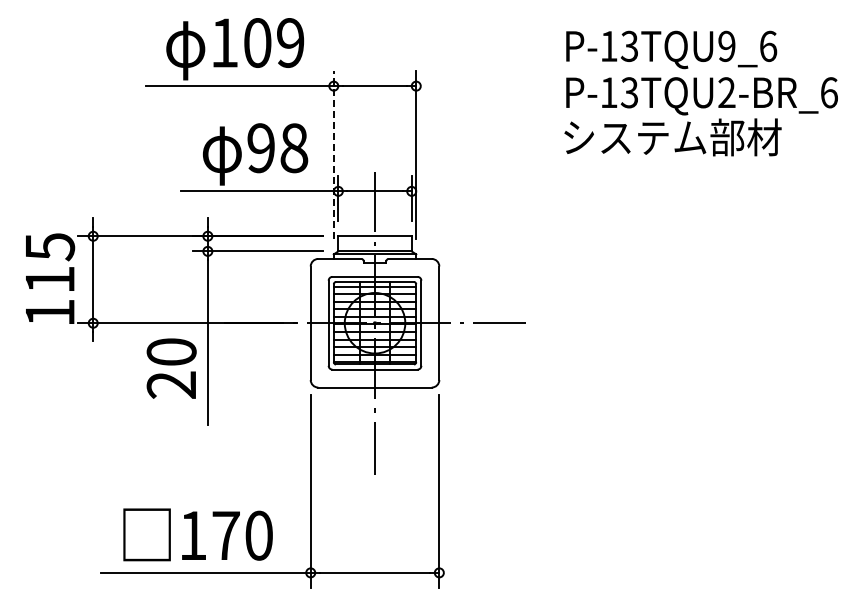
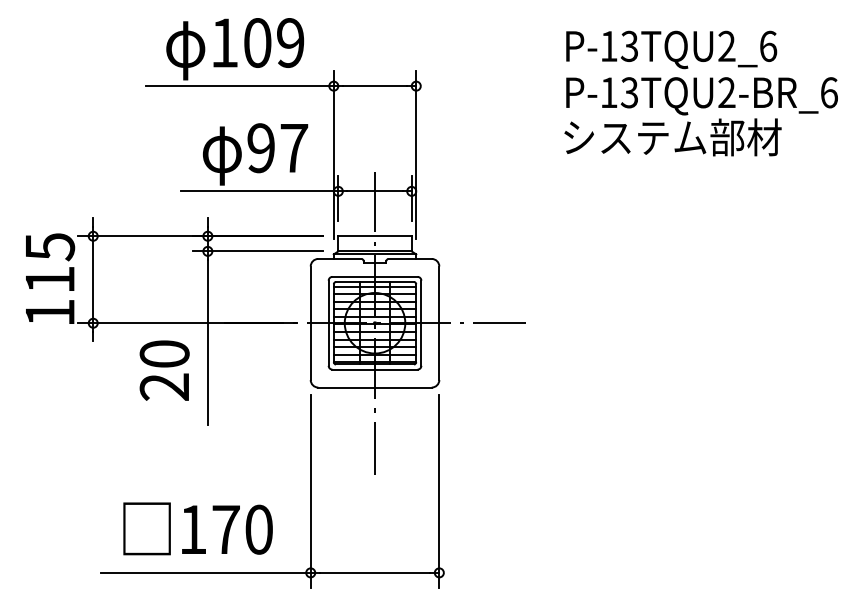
text at (726, 46): P-13TQU9_6 -> P-13TQU2_6
text at (294, 148): 98 -> 97
line at (333, 154): dashed -> solid
text at (171, 368) position: (171, 368) -> (164, 370)
text at (197, 534) position: (197, 534) -> (197, 528)
